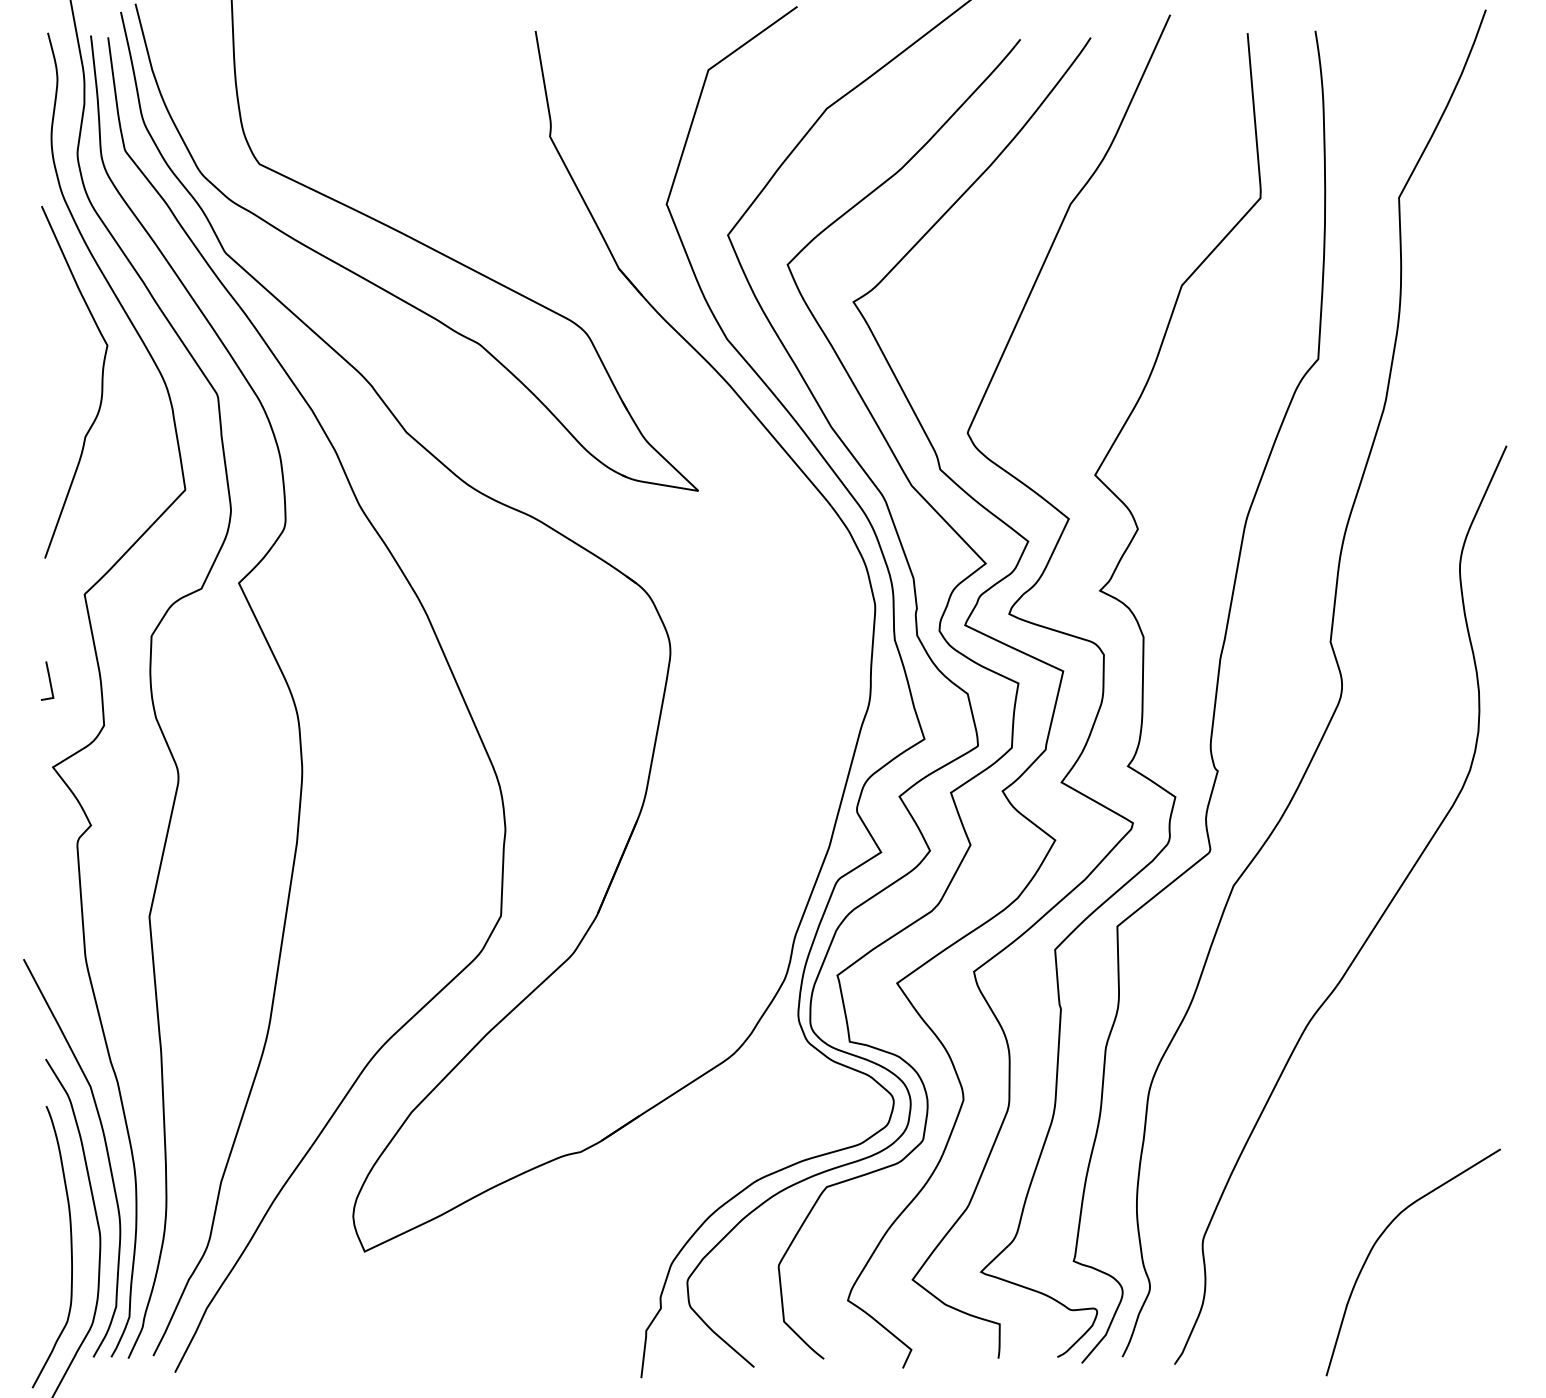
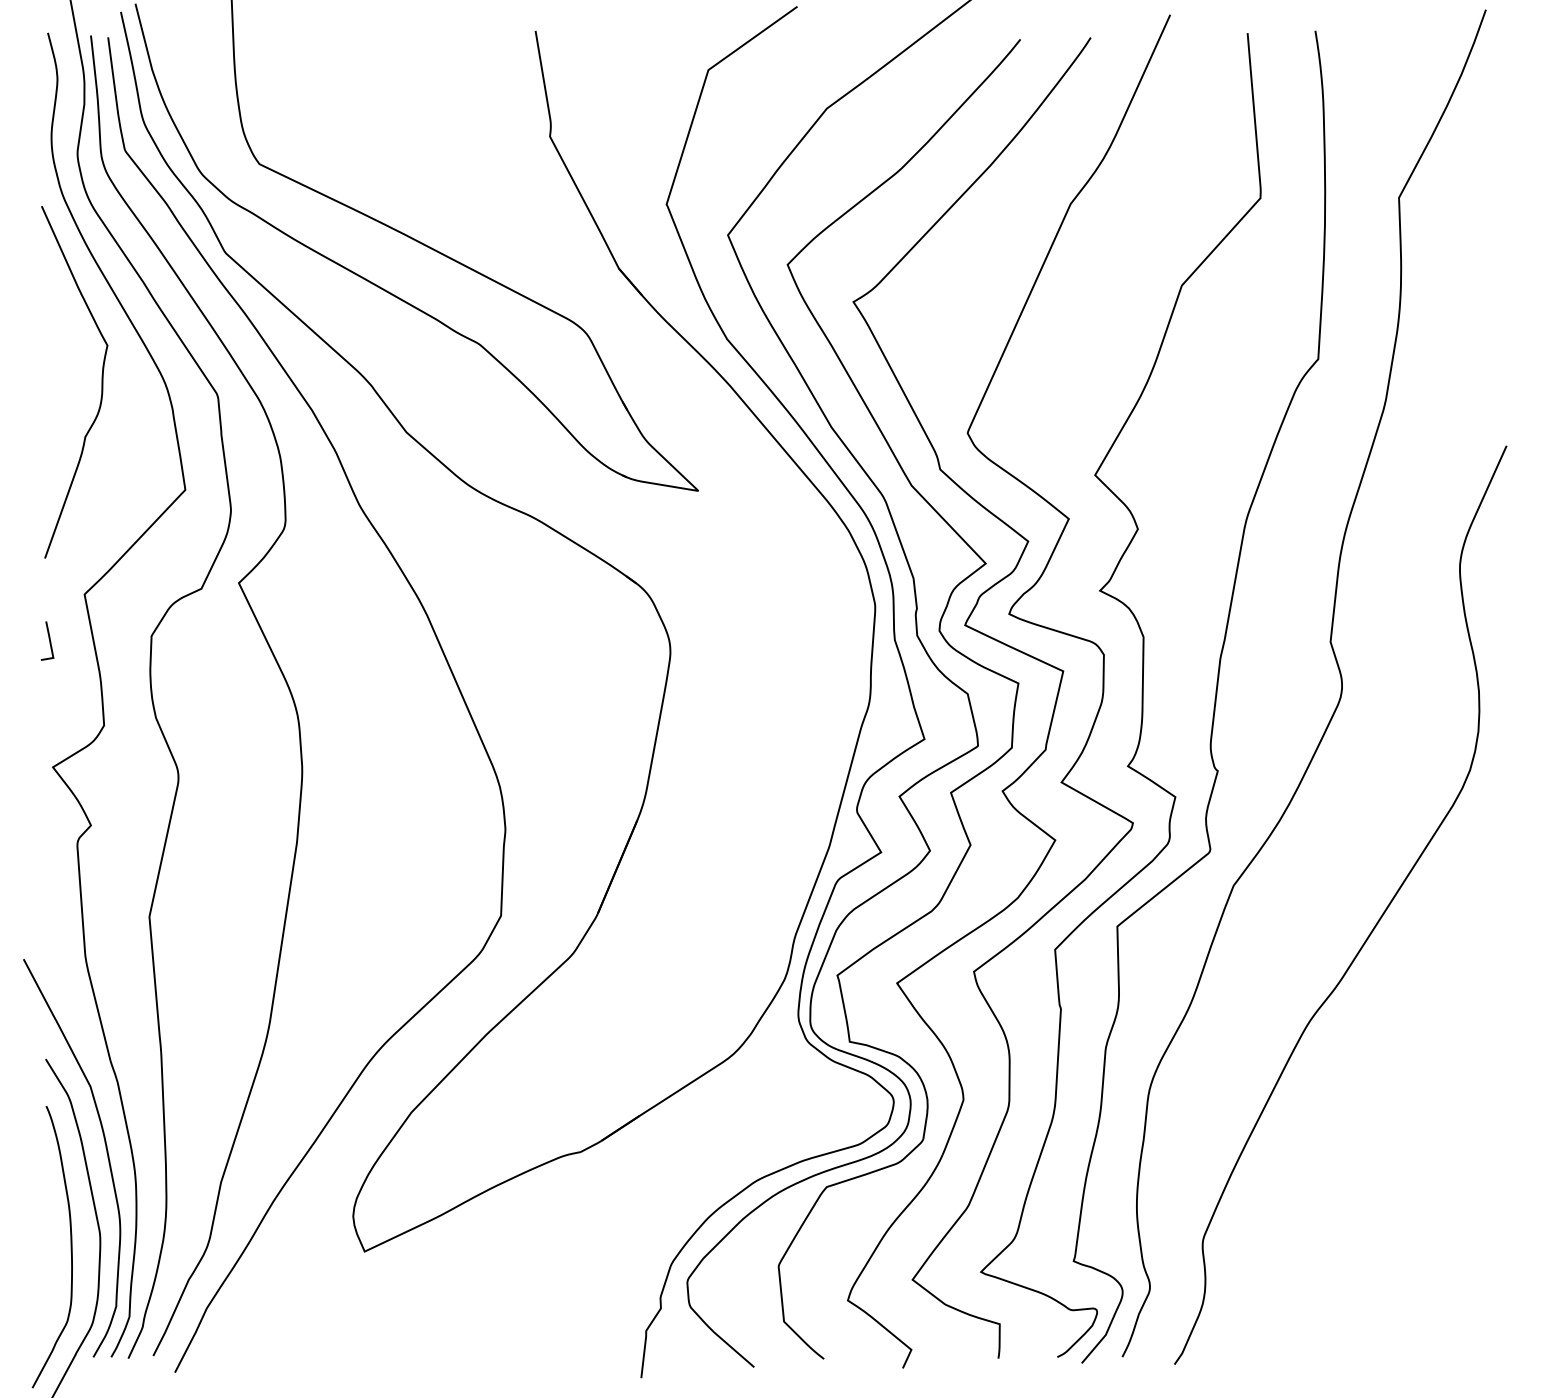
curve at (49, 680) position: (49, 680) -> (49, 640)
curve at (1381, 1236): present -> none
